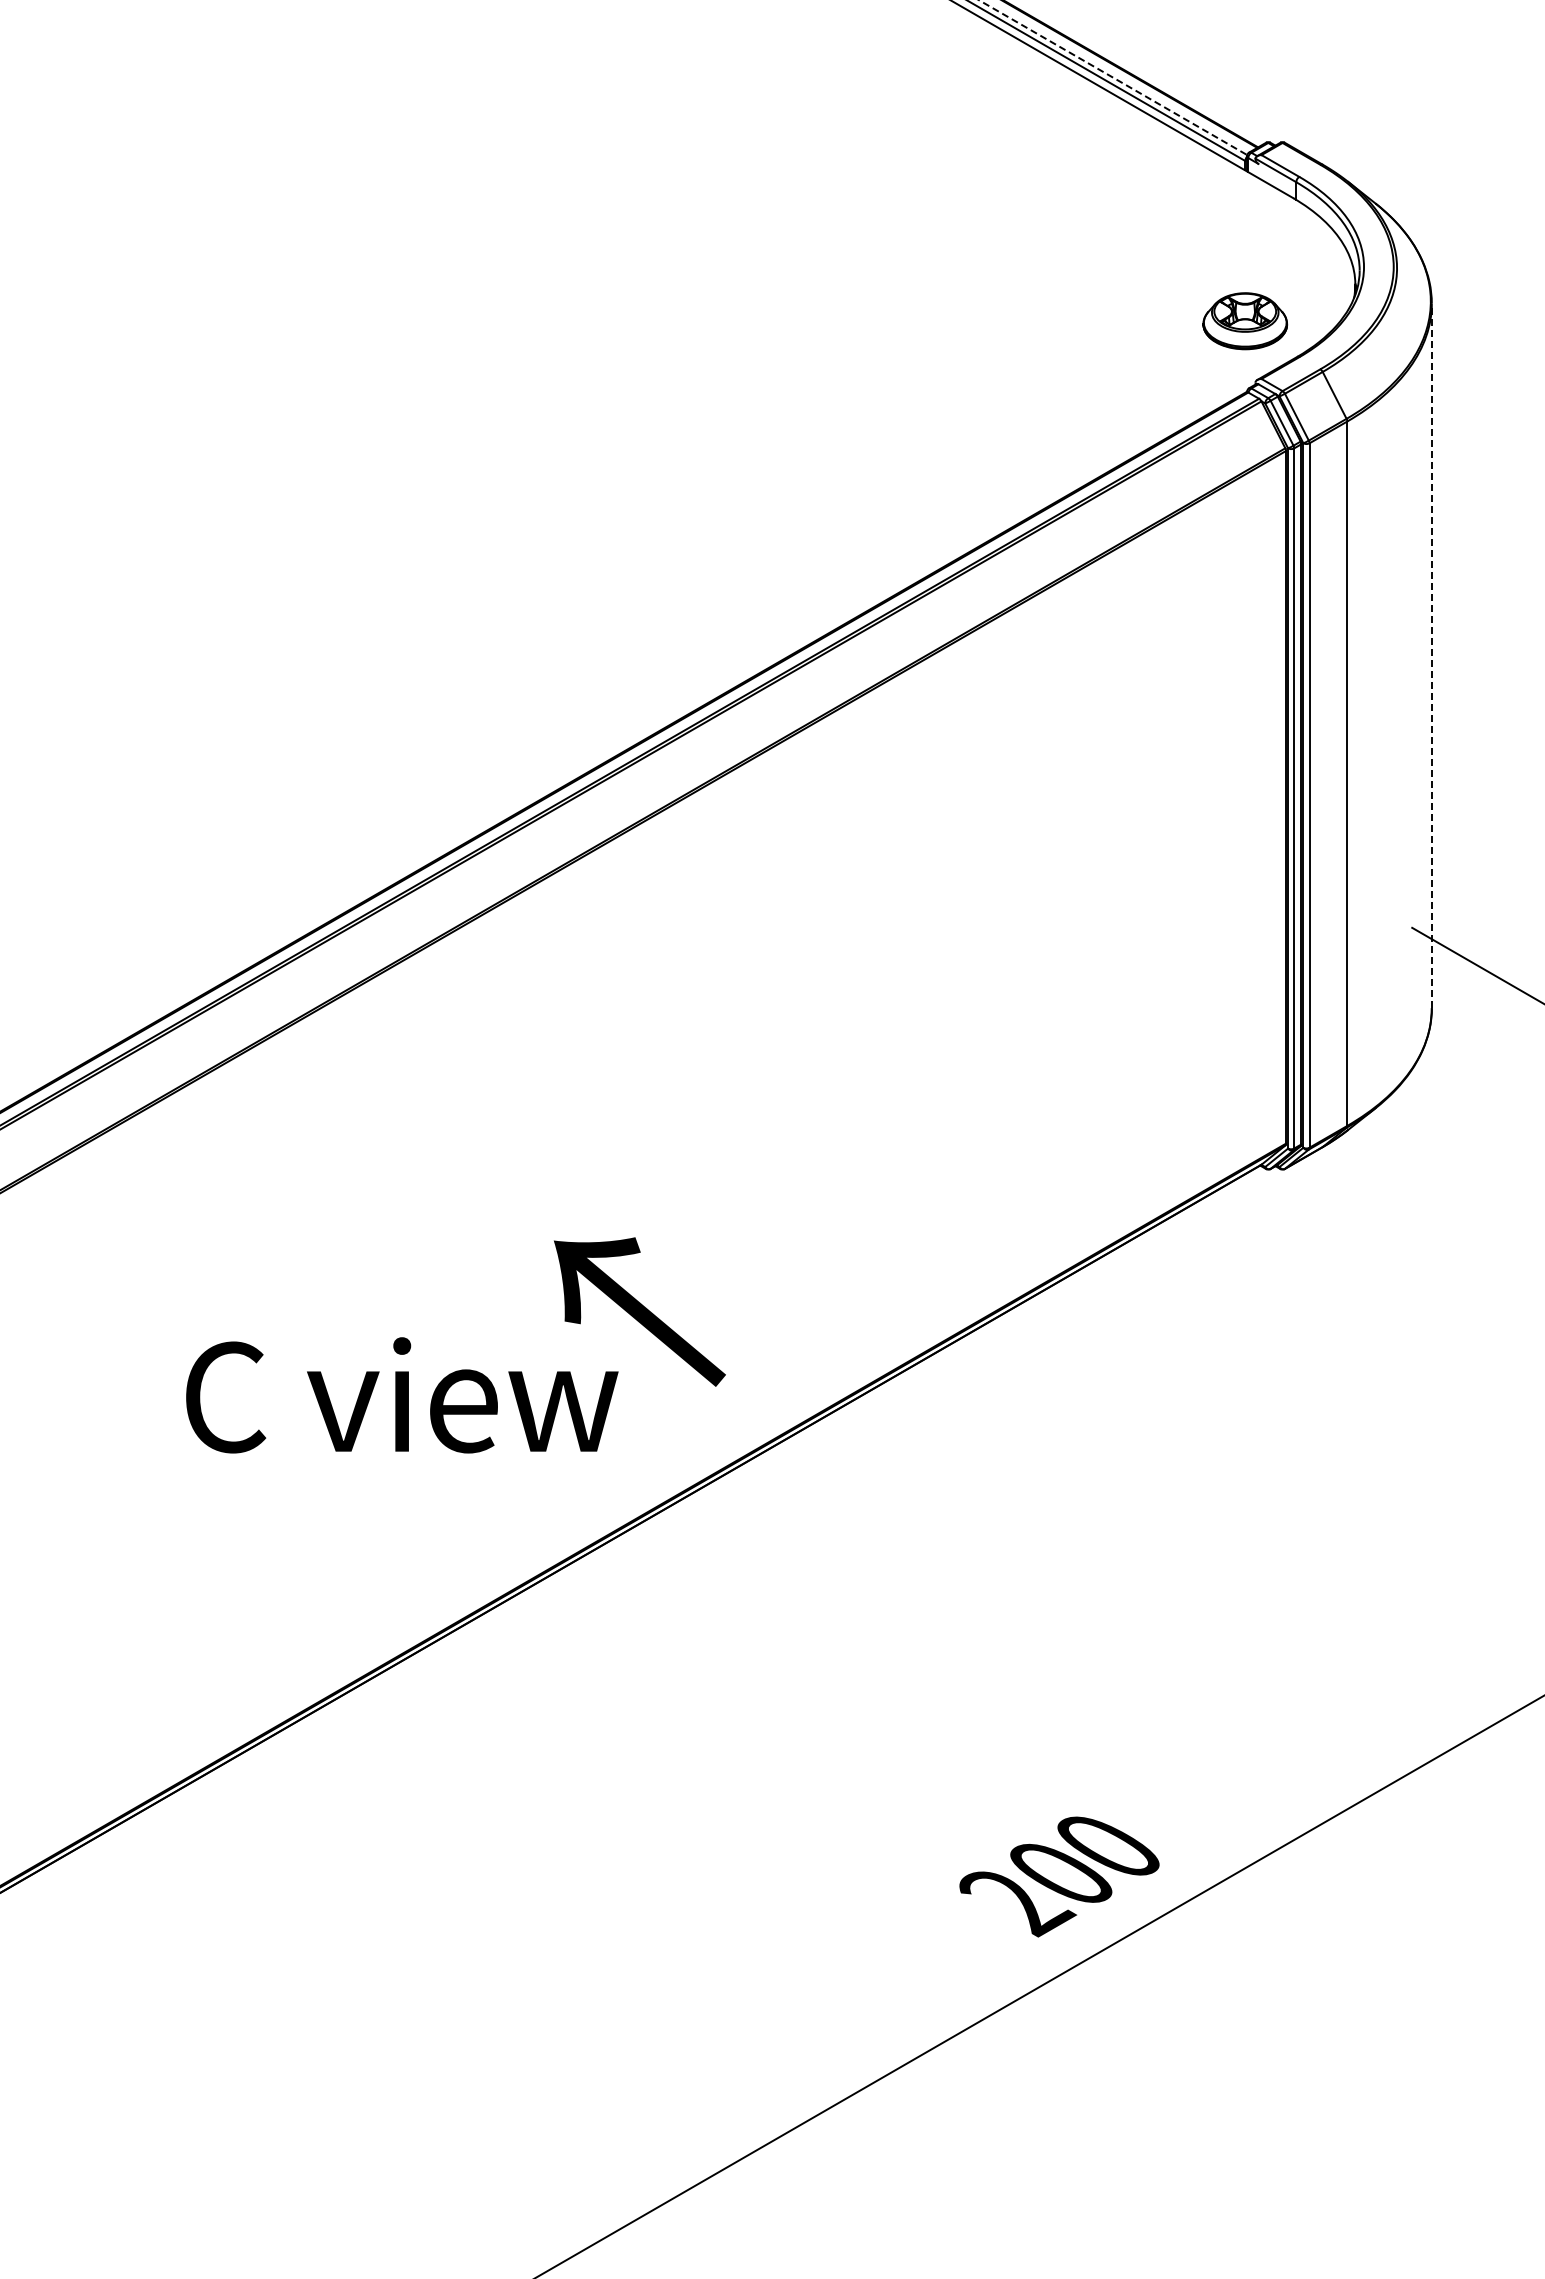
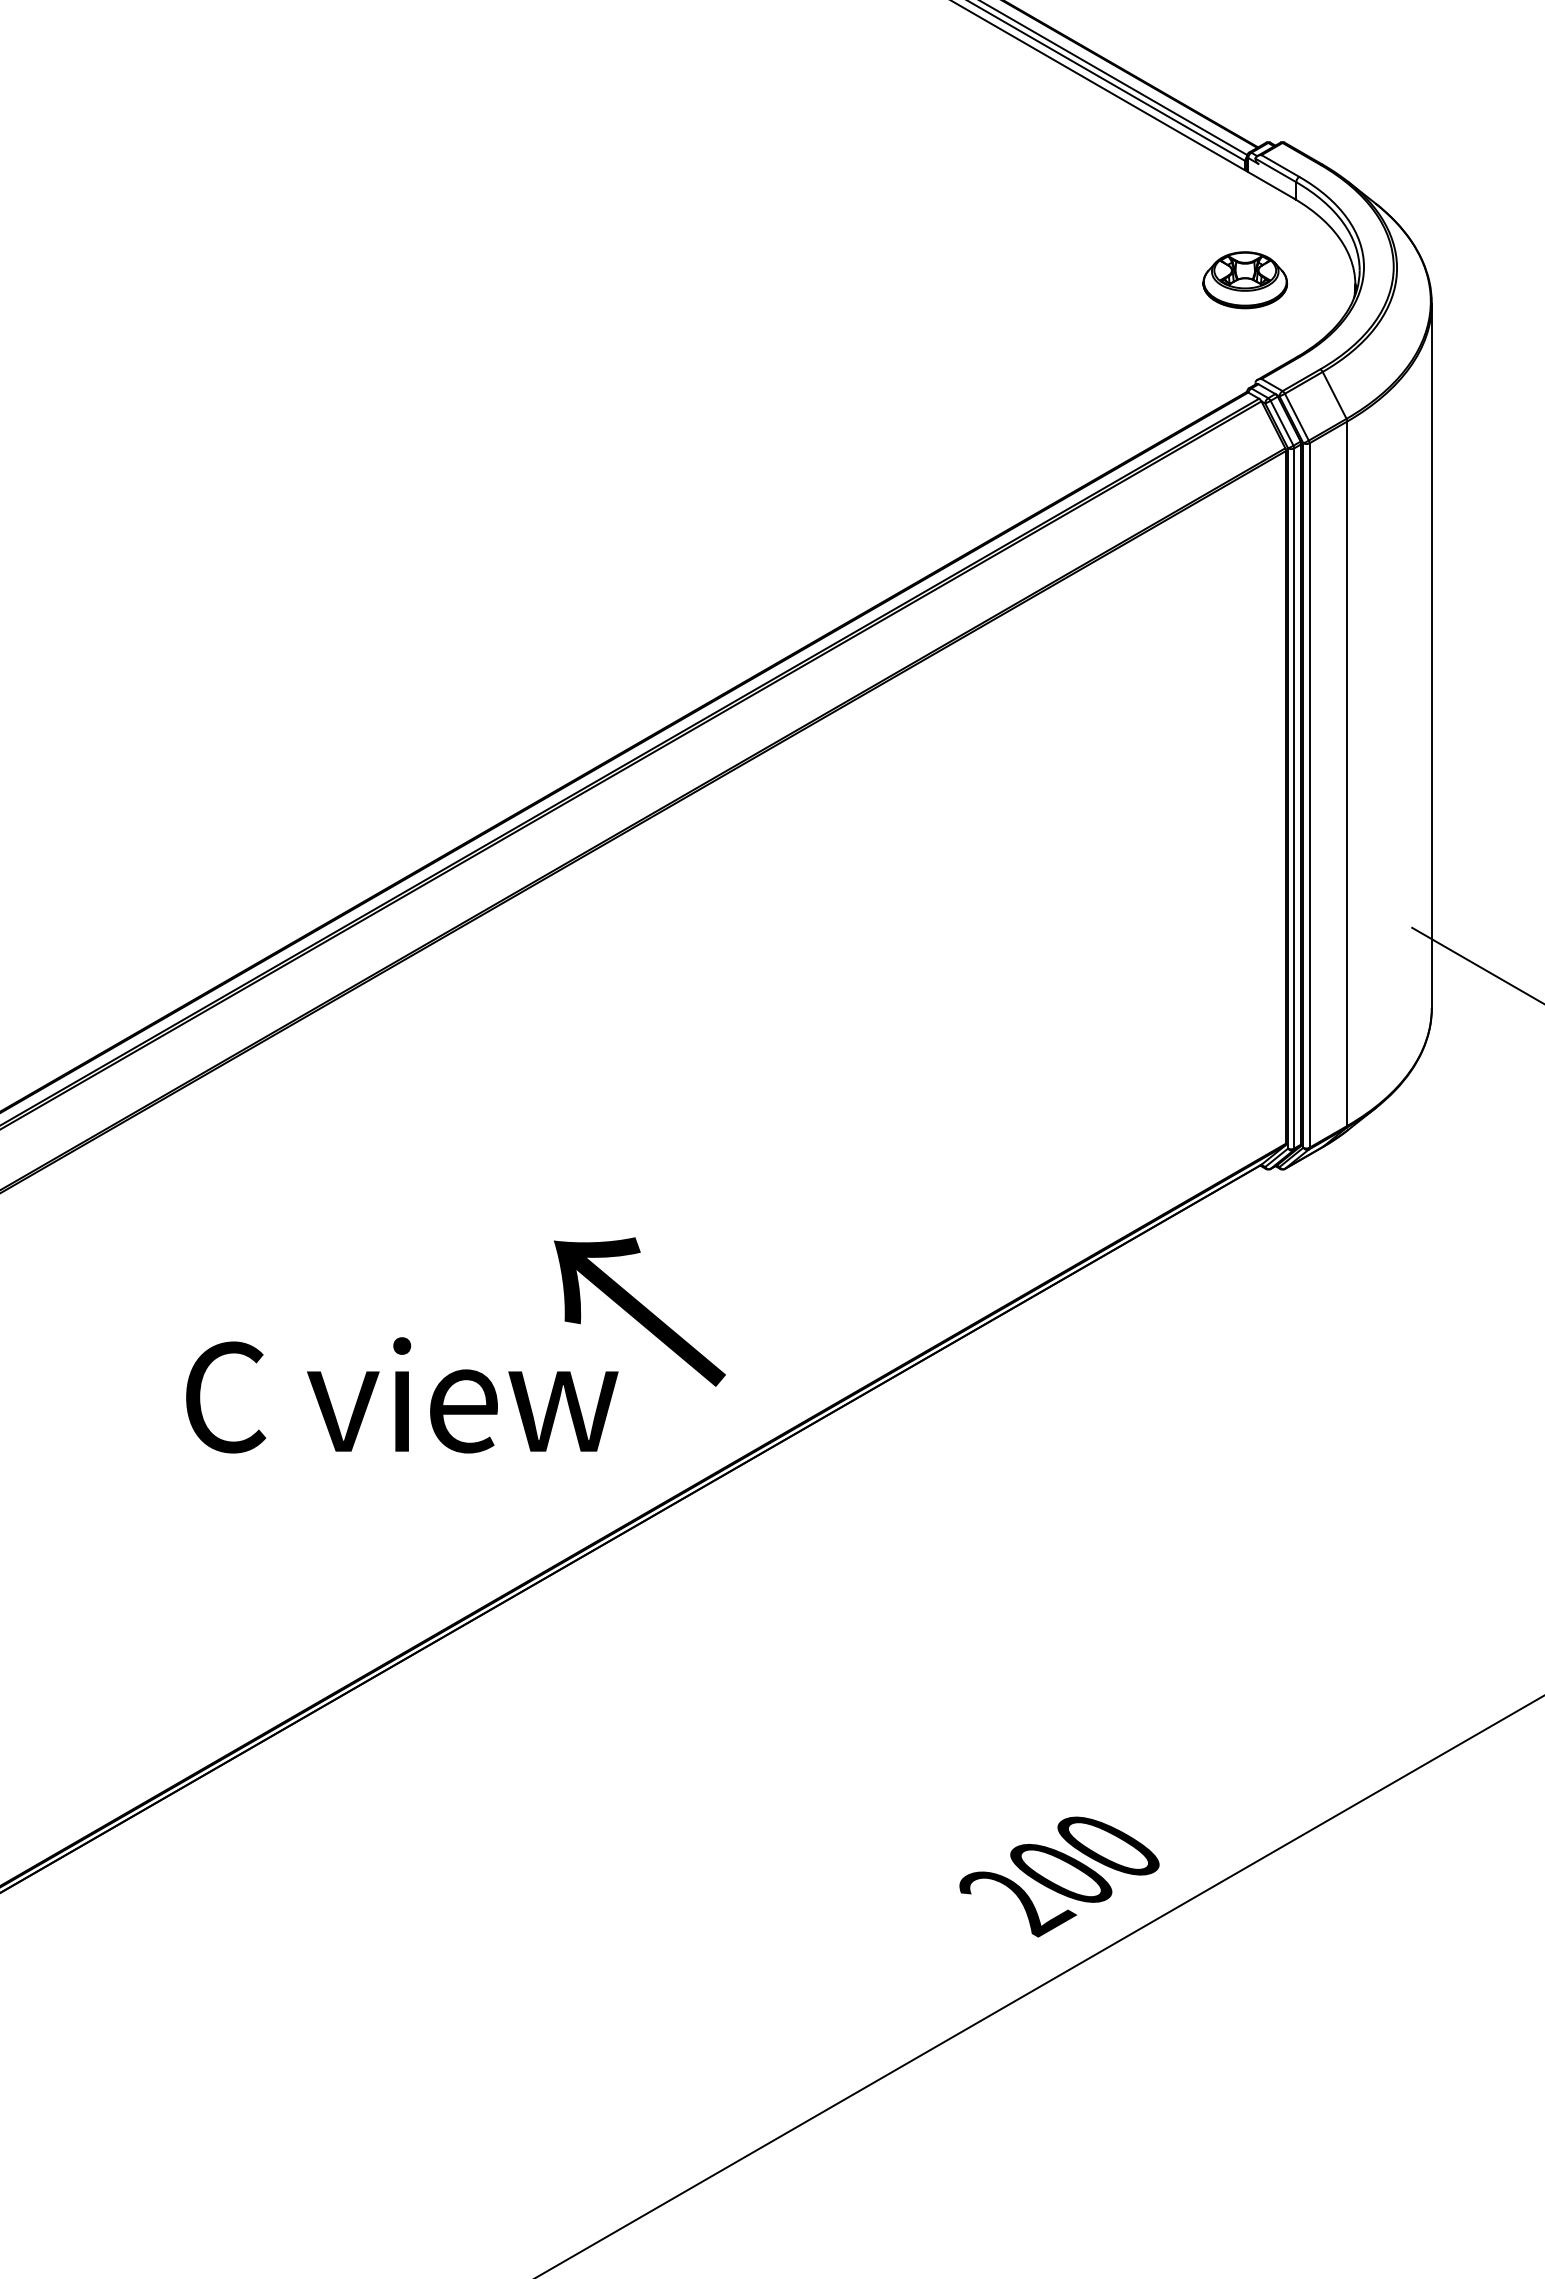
line at (1113, 77): dashed -> solid
part at (1245, 321) position: (1245, 321) -> (1245, 280)
line at (1431, 655): dashed -> solid
